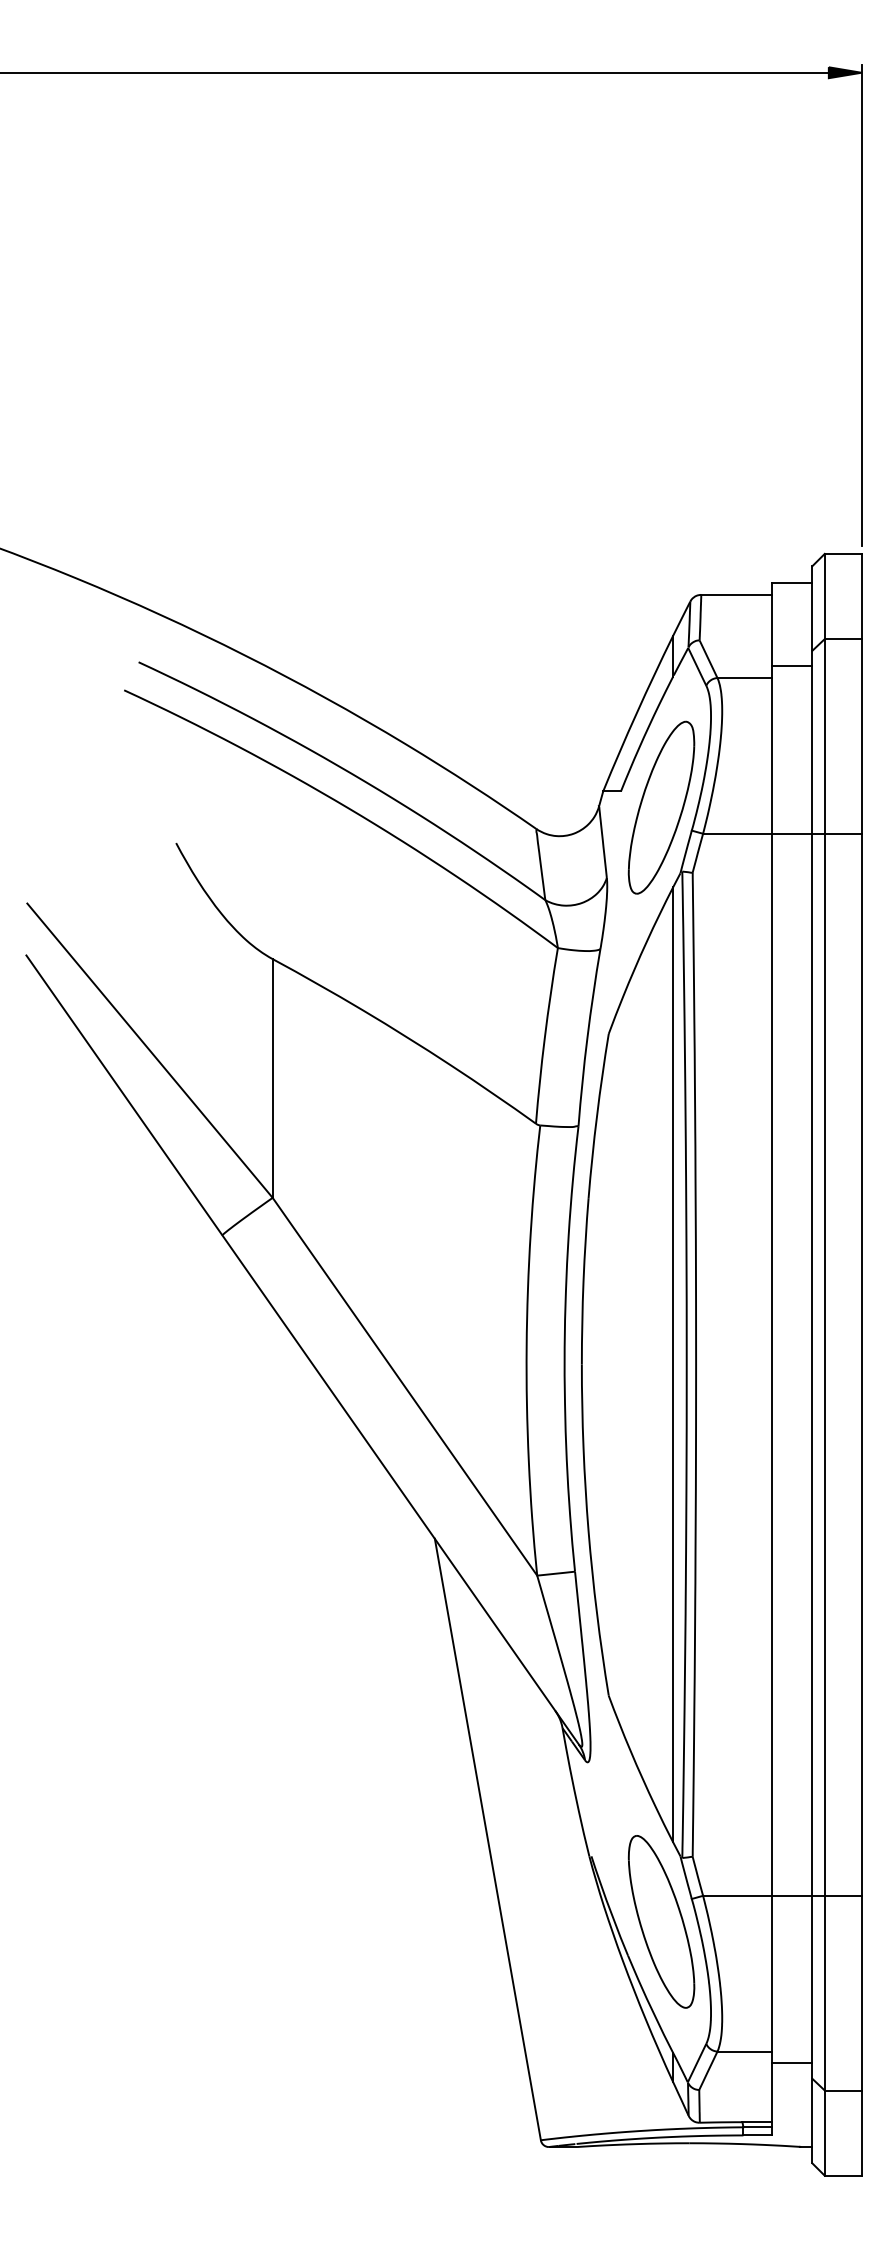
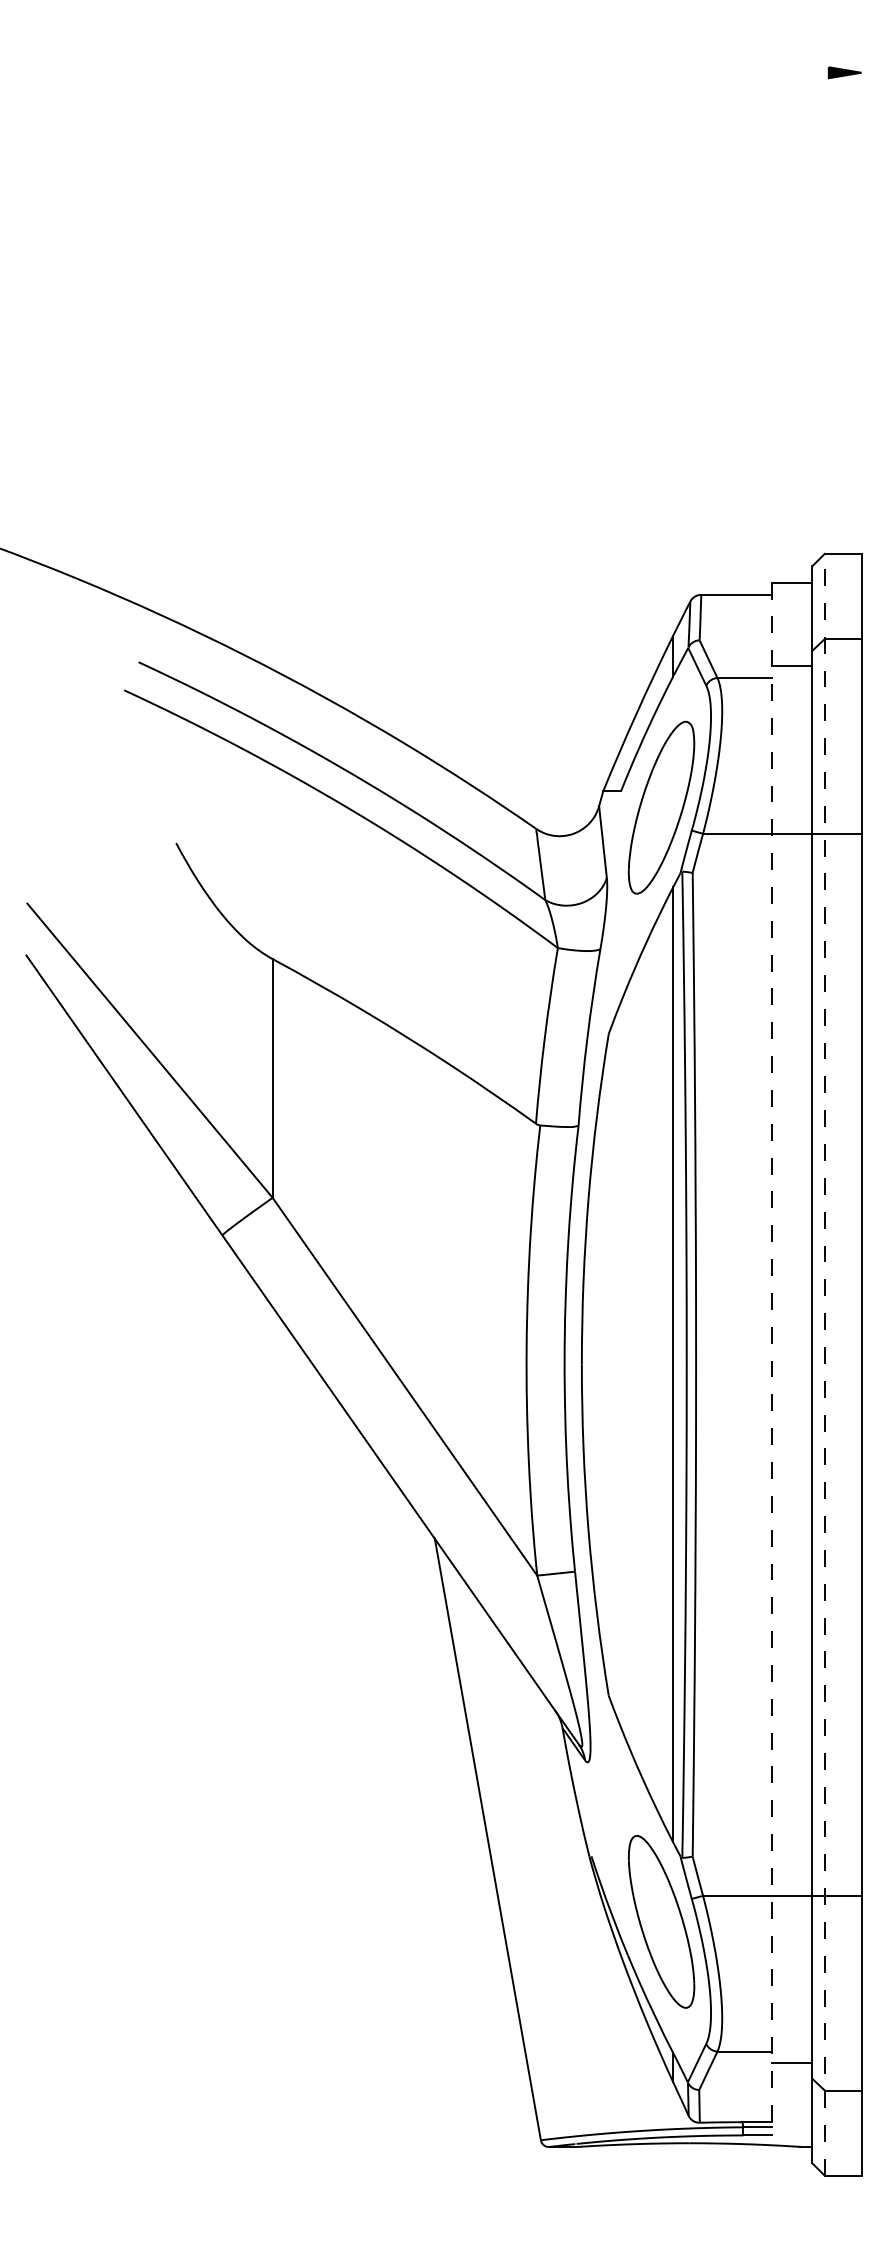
line at (415, 72): present -> none
line at (861, 304): present -> none
line at (771, 1359): solid -> dashed
line at (824, 1364): solid -> dashed
